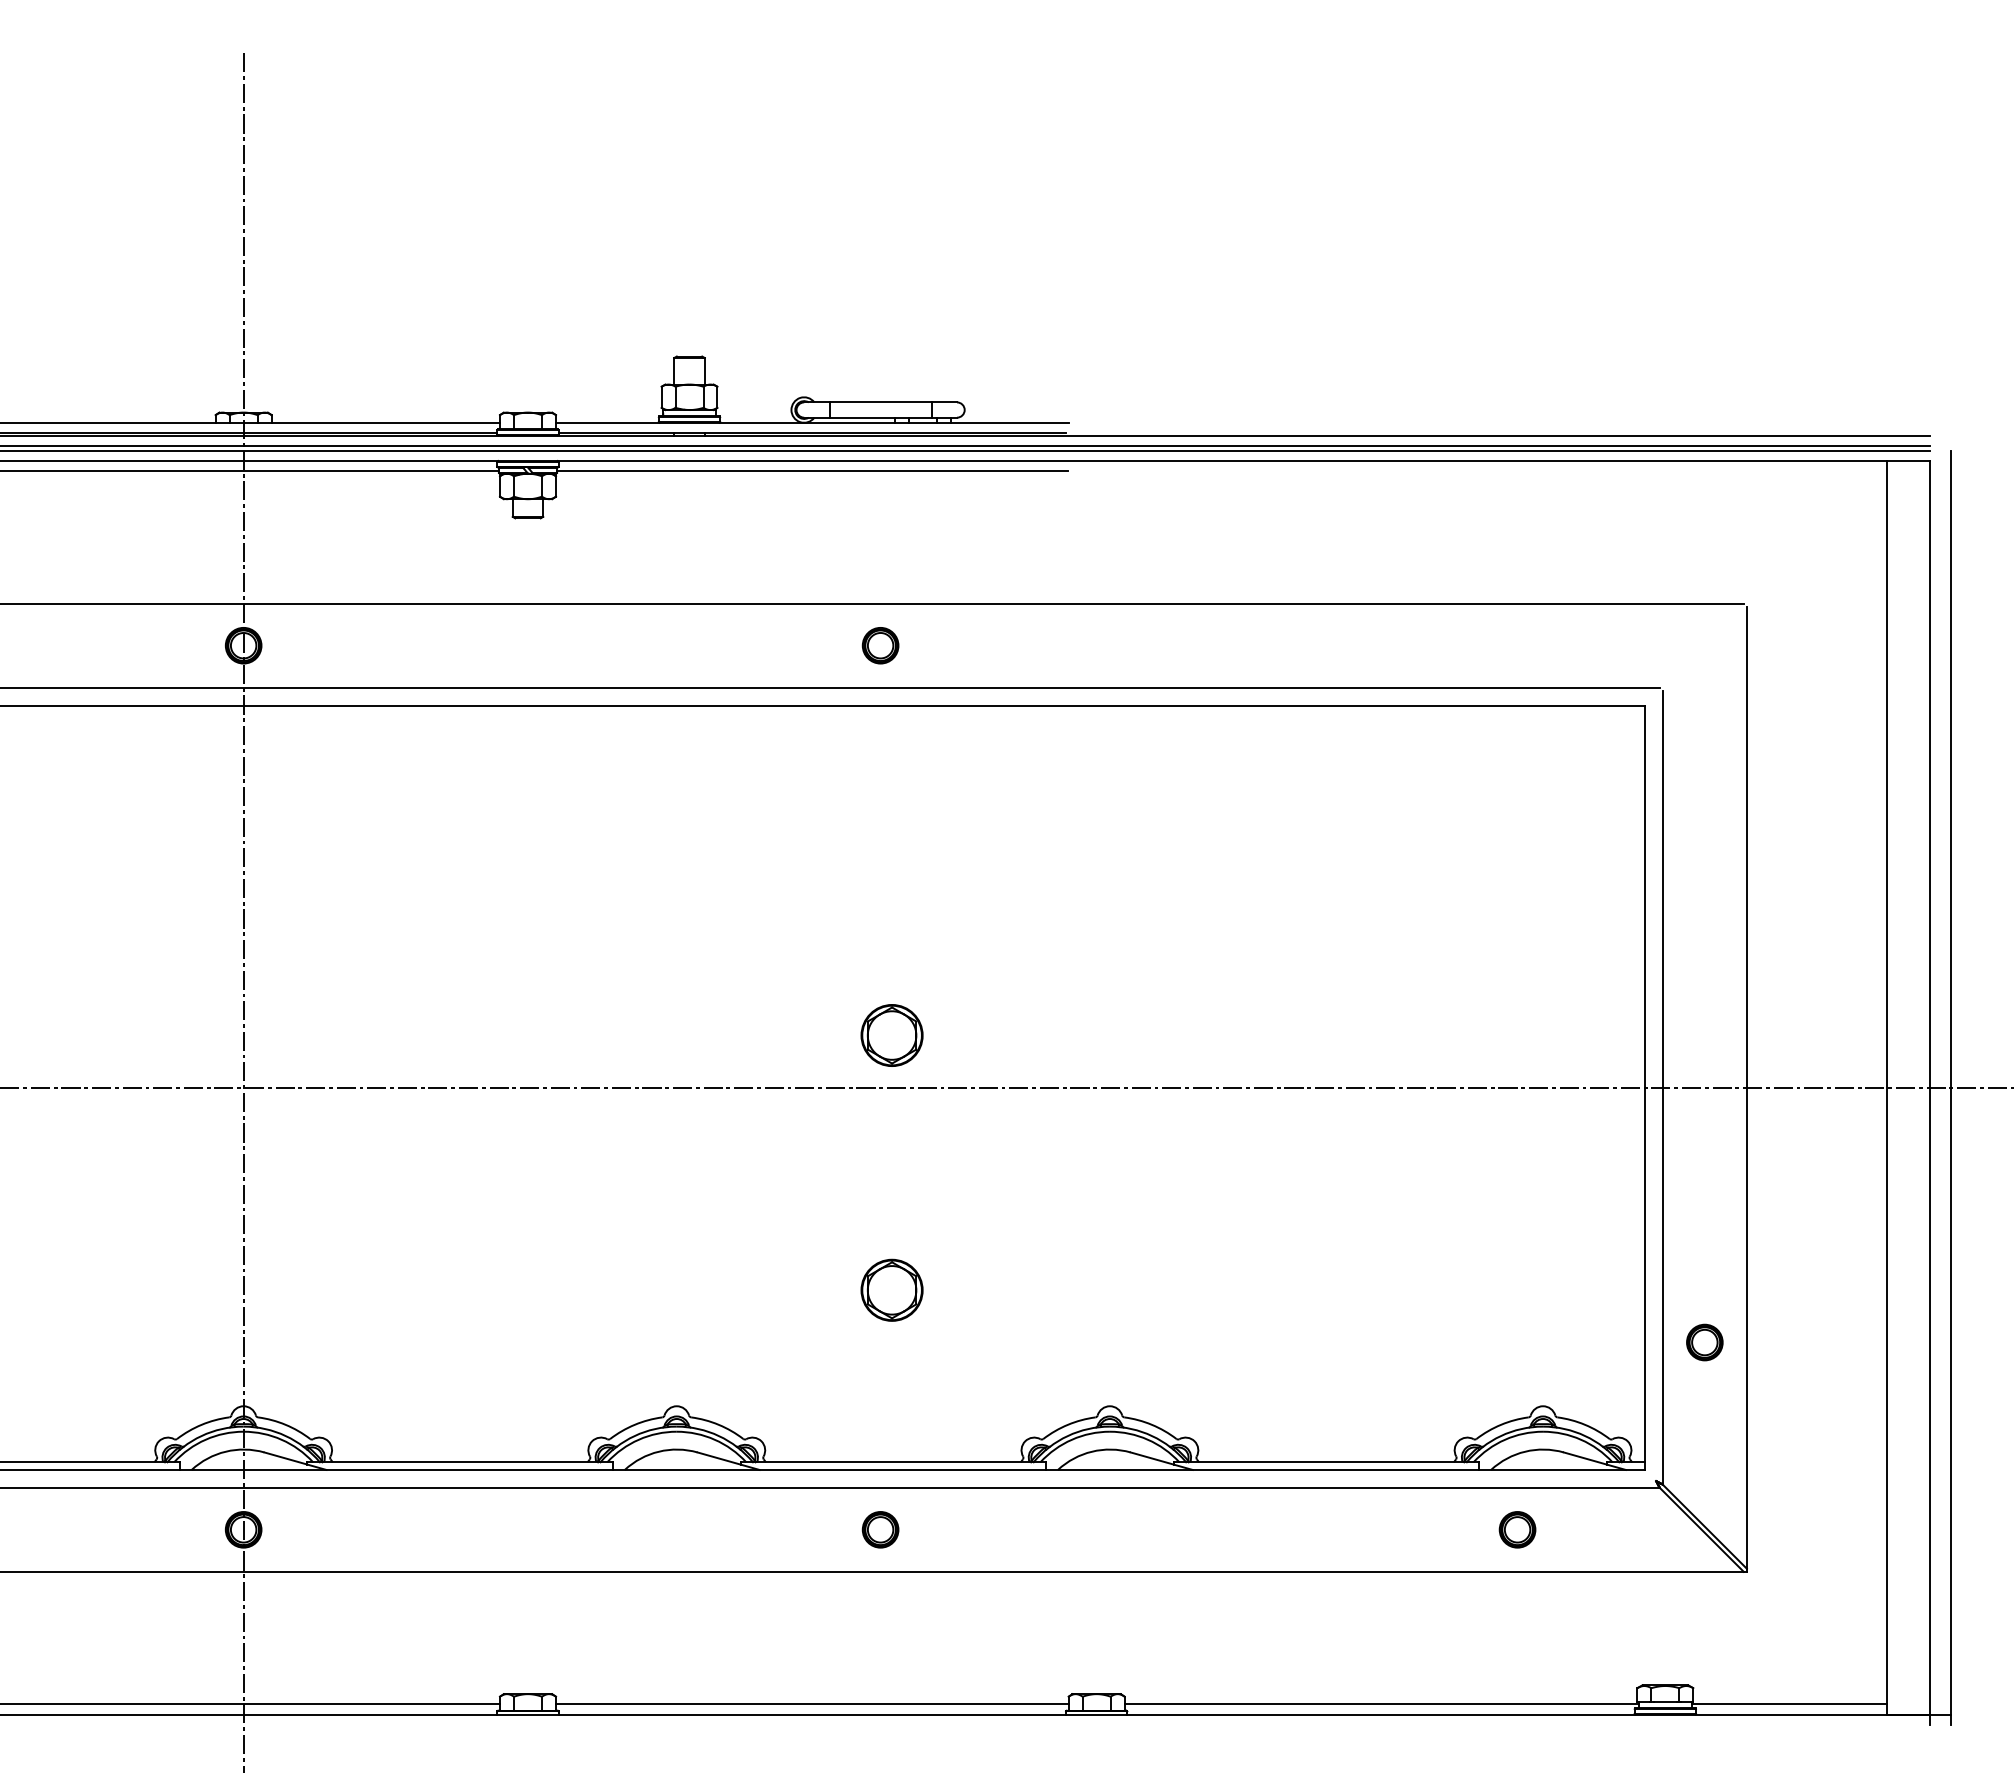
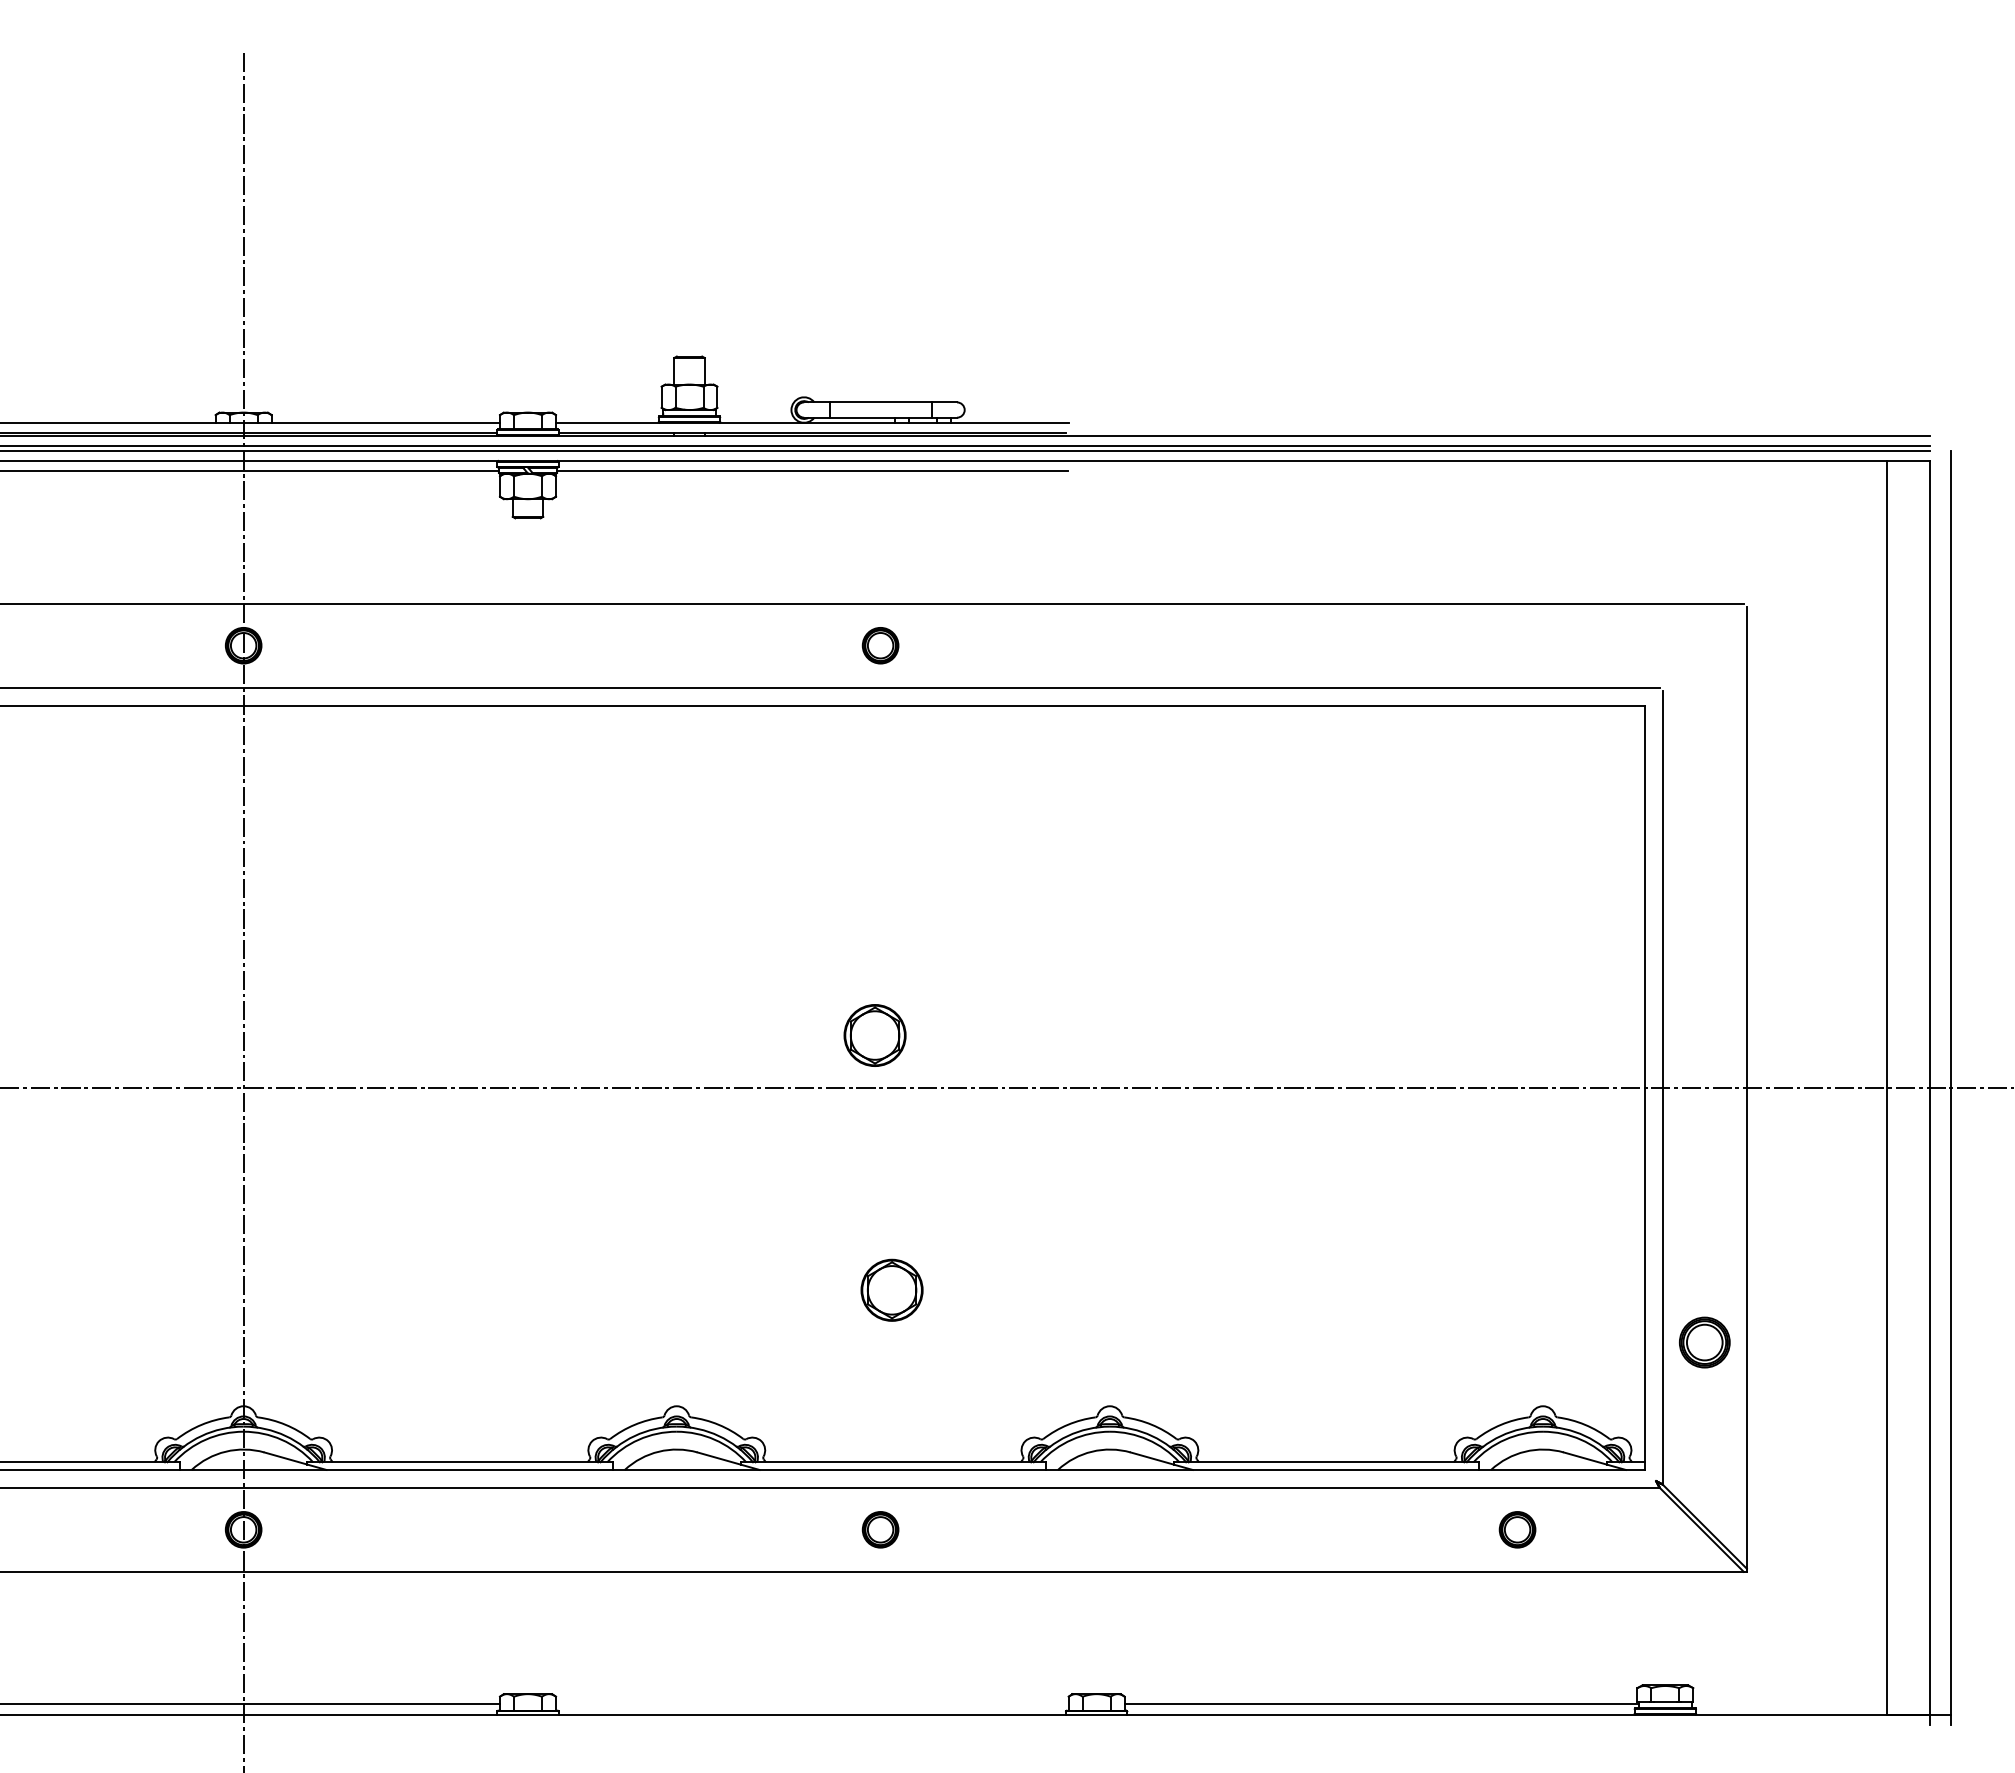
part at (891, 1035) position: (891, 1035) -> (874, 1035)
part at (1704, 1342) size: 38x39 px -> 52x53 px
line at (812, 1704): present -> none
line at (1789, 1704): present -> none
